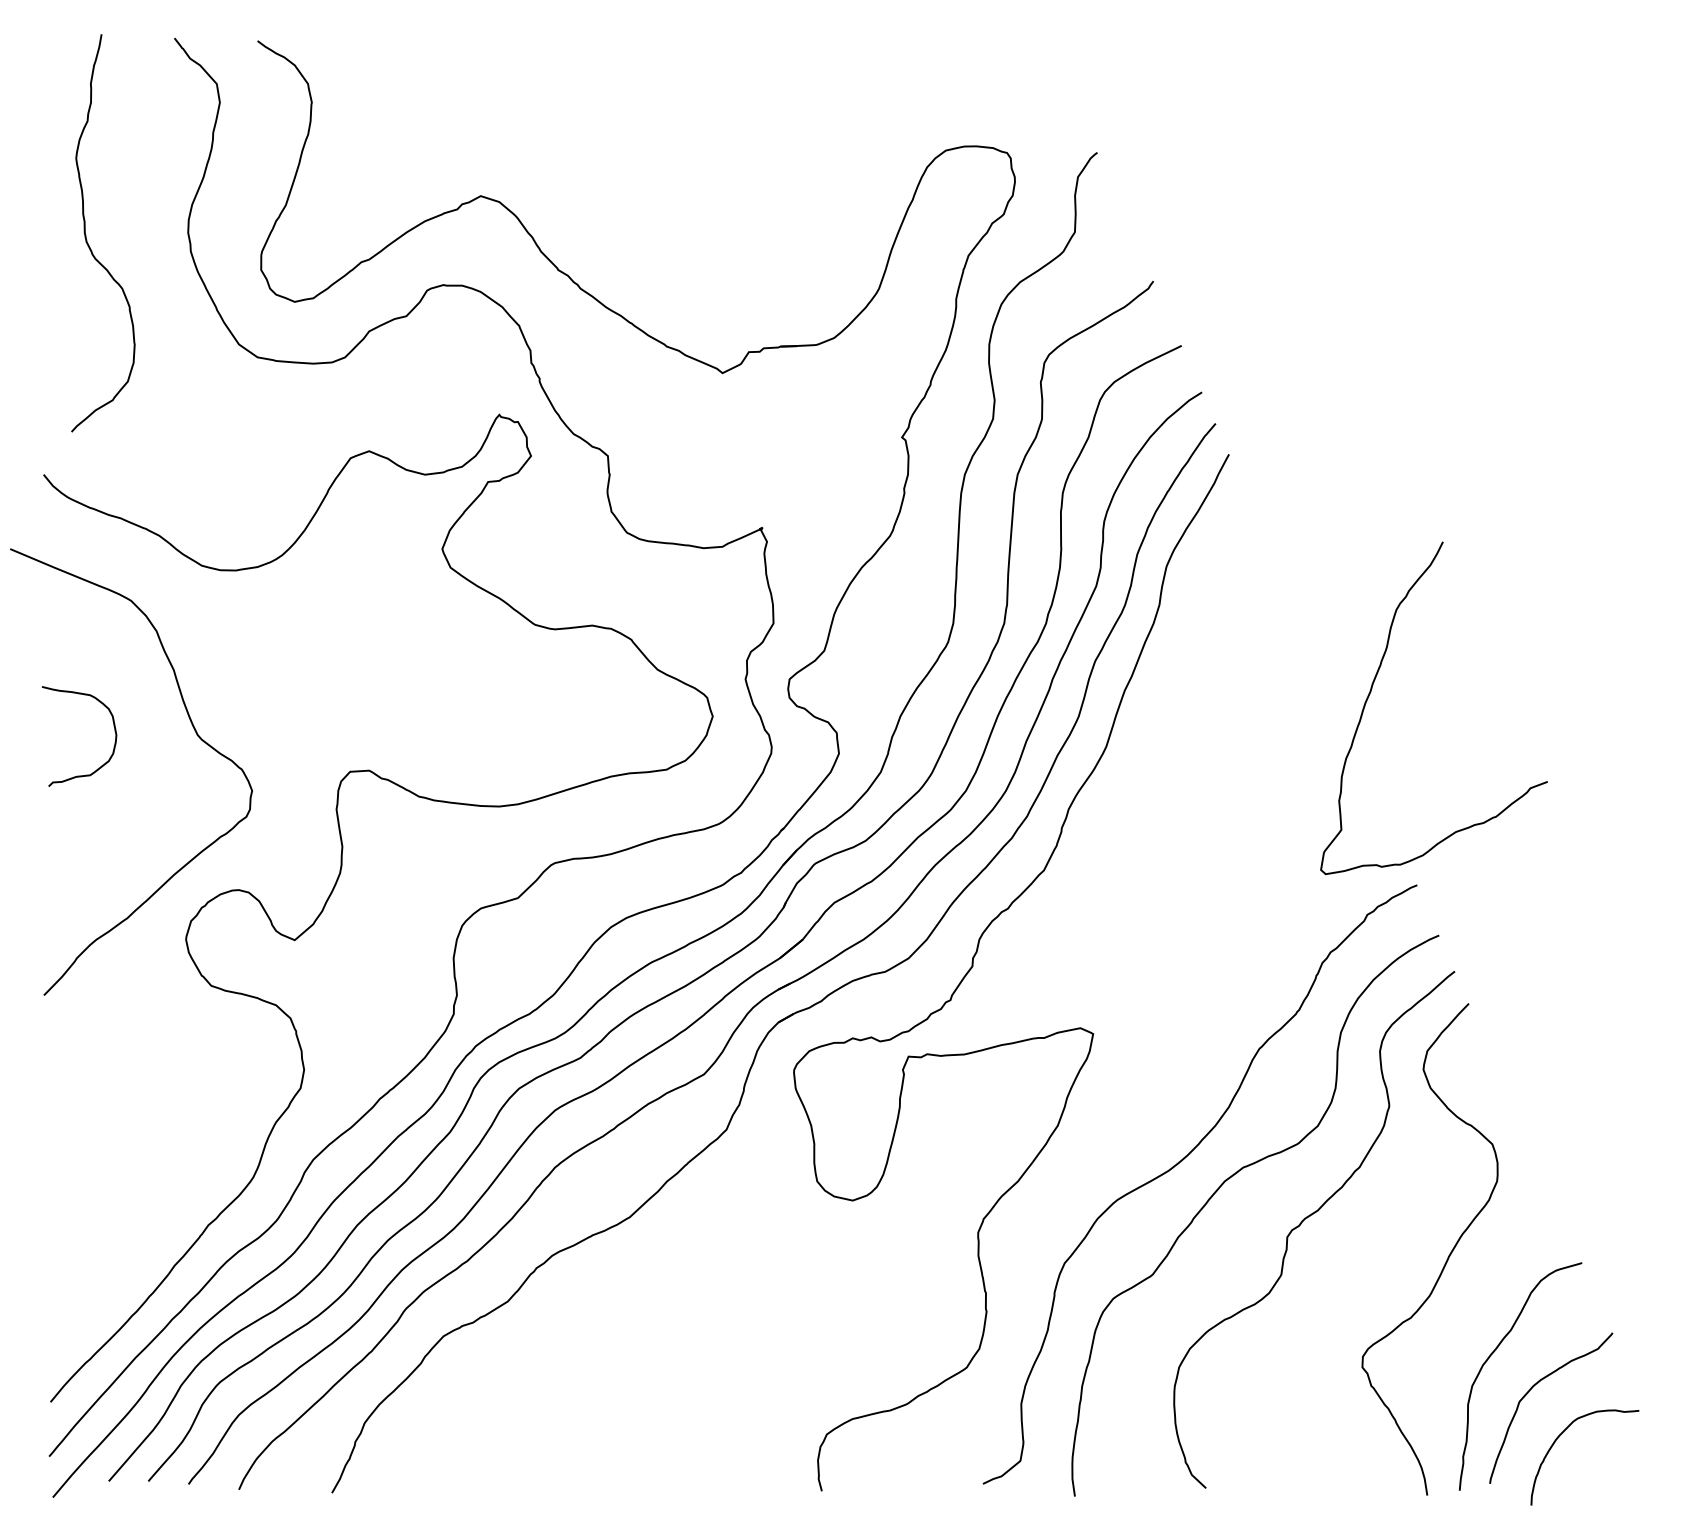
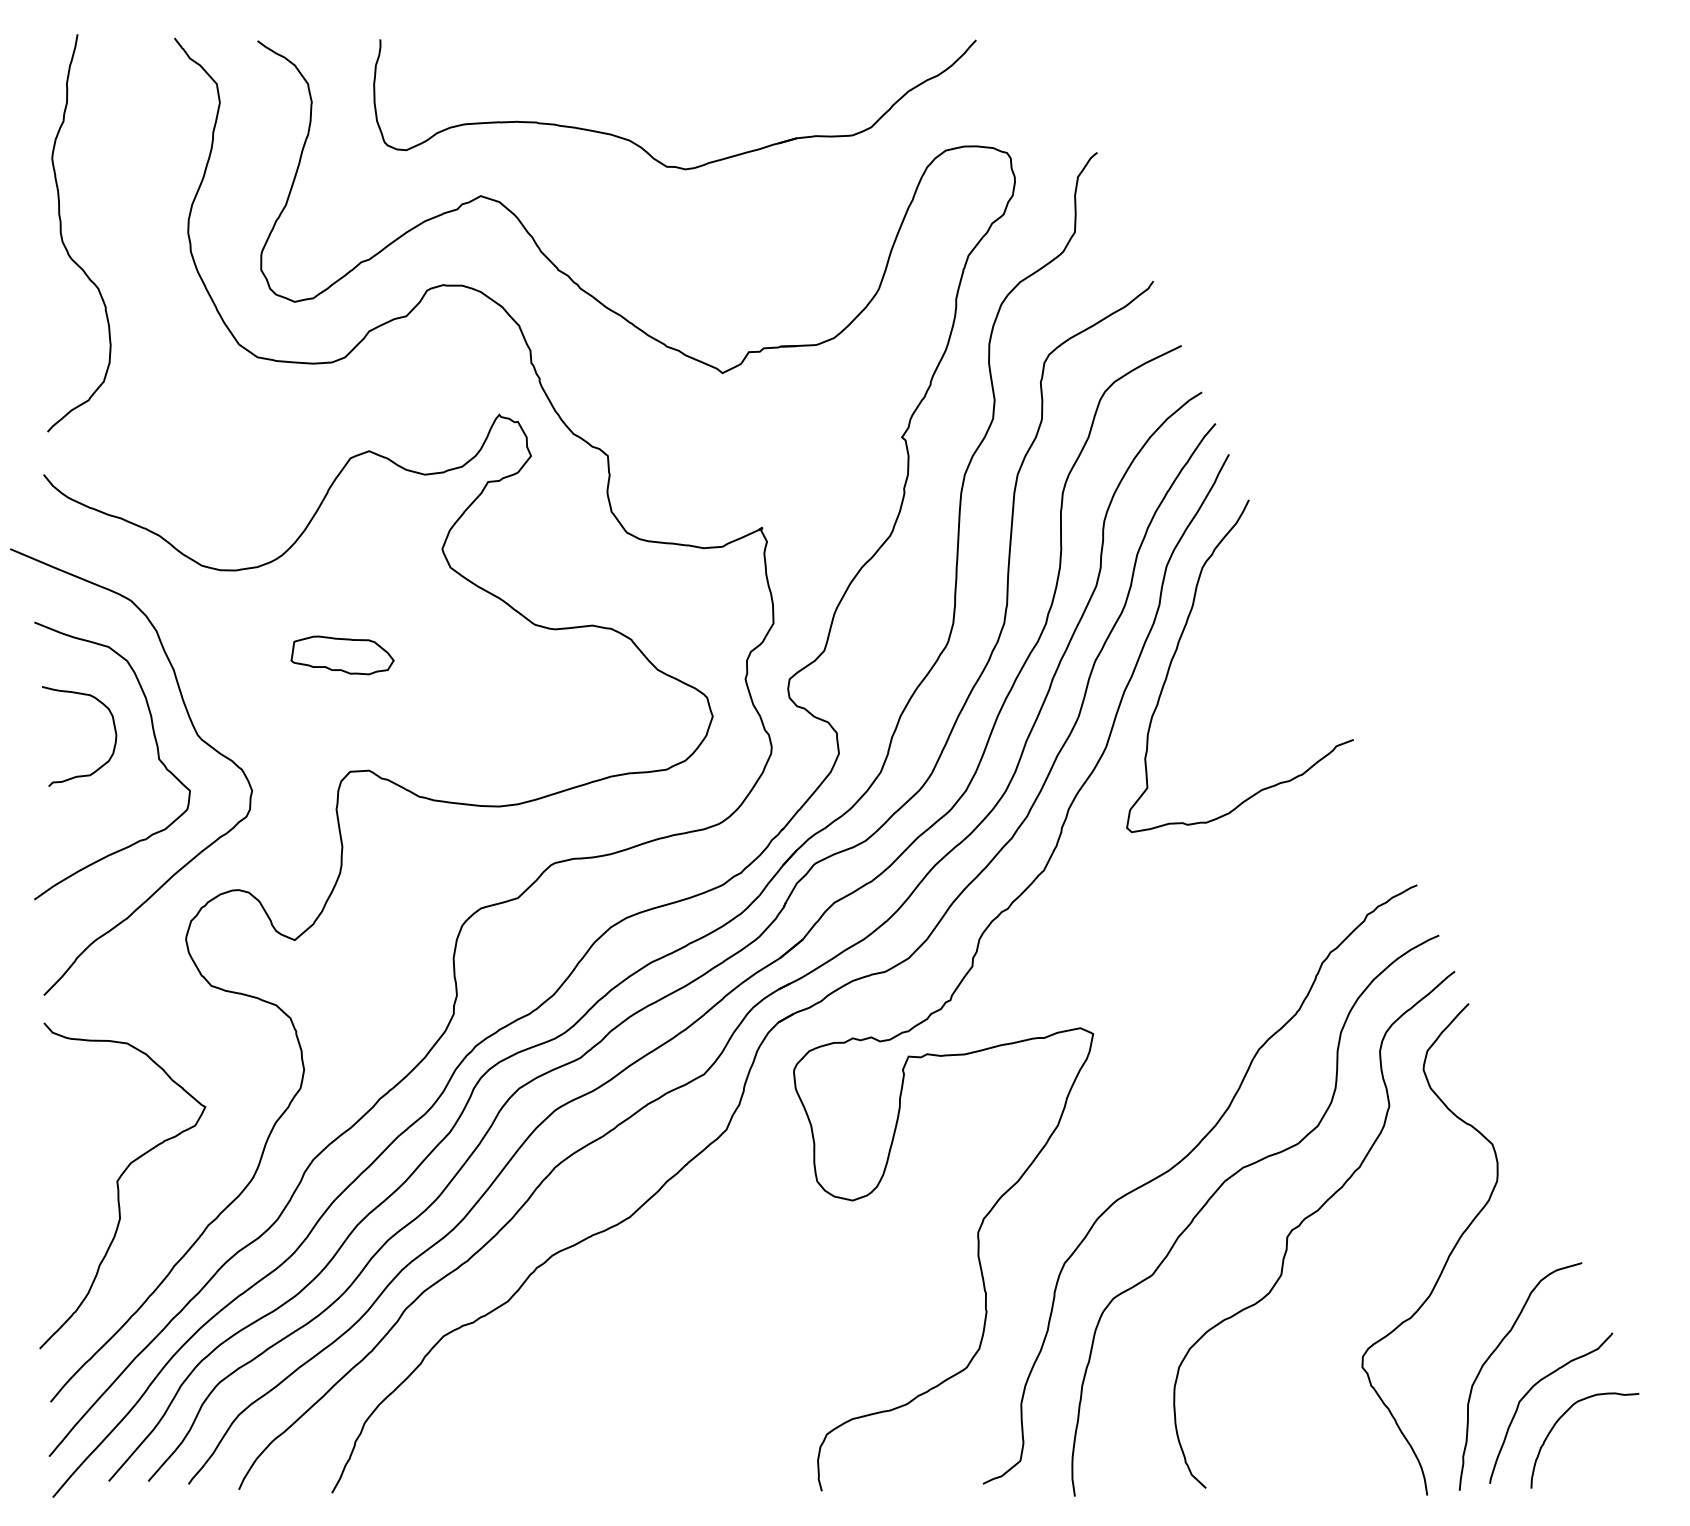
part at (641, 146): none -> present
curve at (86, 235) position: (86, 235) -> (62, 235)
part at (342, 655): none -> present
curve at (1372, 689) position: (1372, 689) -> (1178, 647)
curve at (157, 756): none -> present
curve at (118, 1185): none -> present
curve at (1560, 1436) position: (1560, 1436) -> (1560, 1419)
